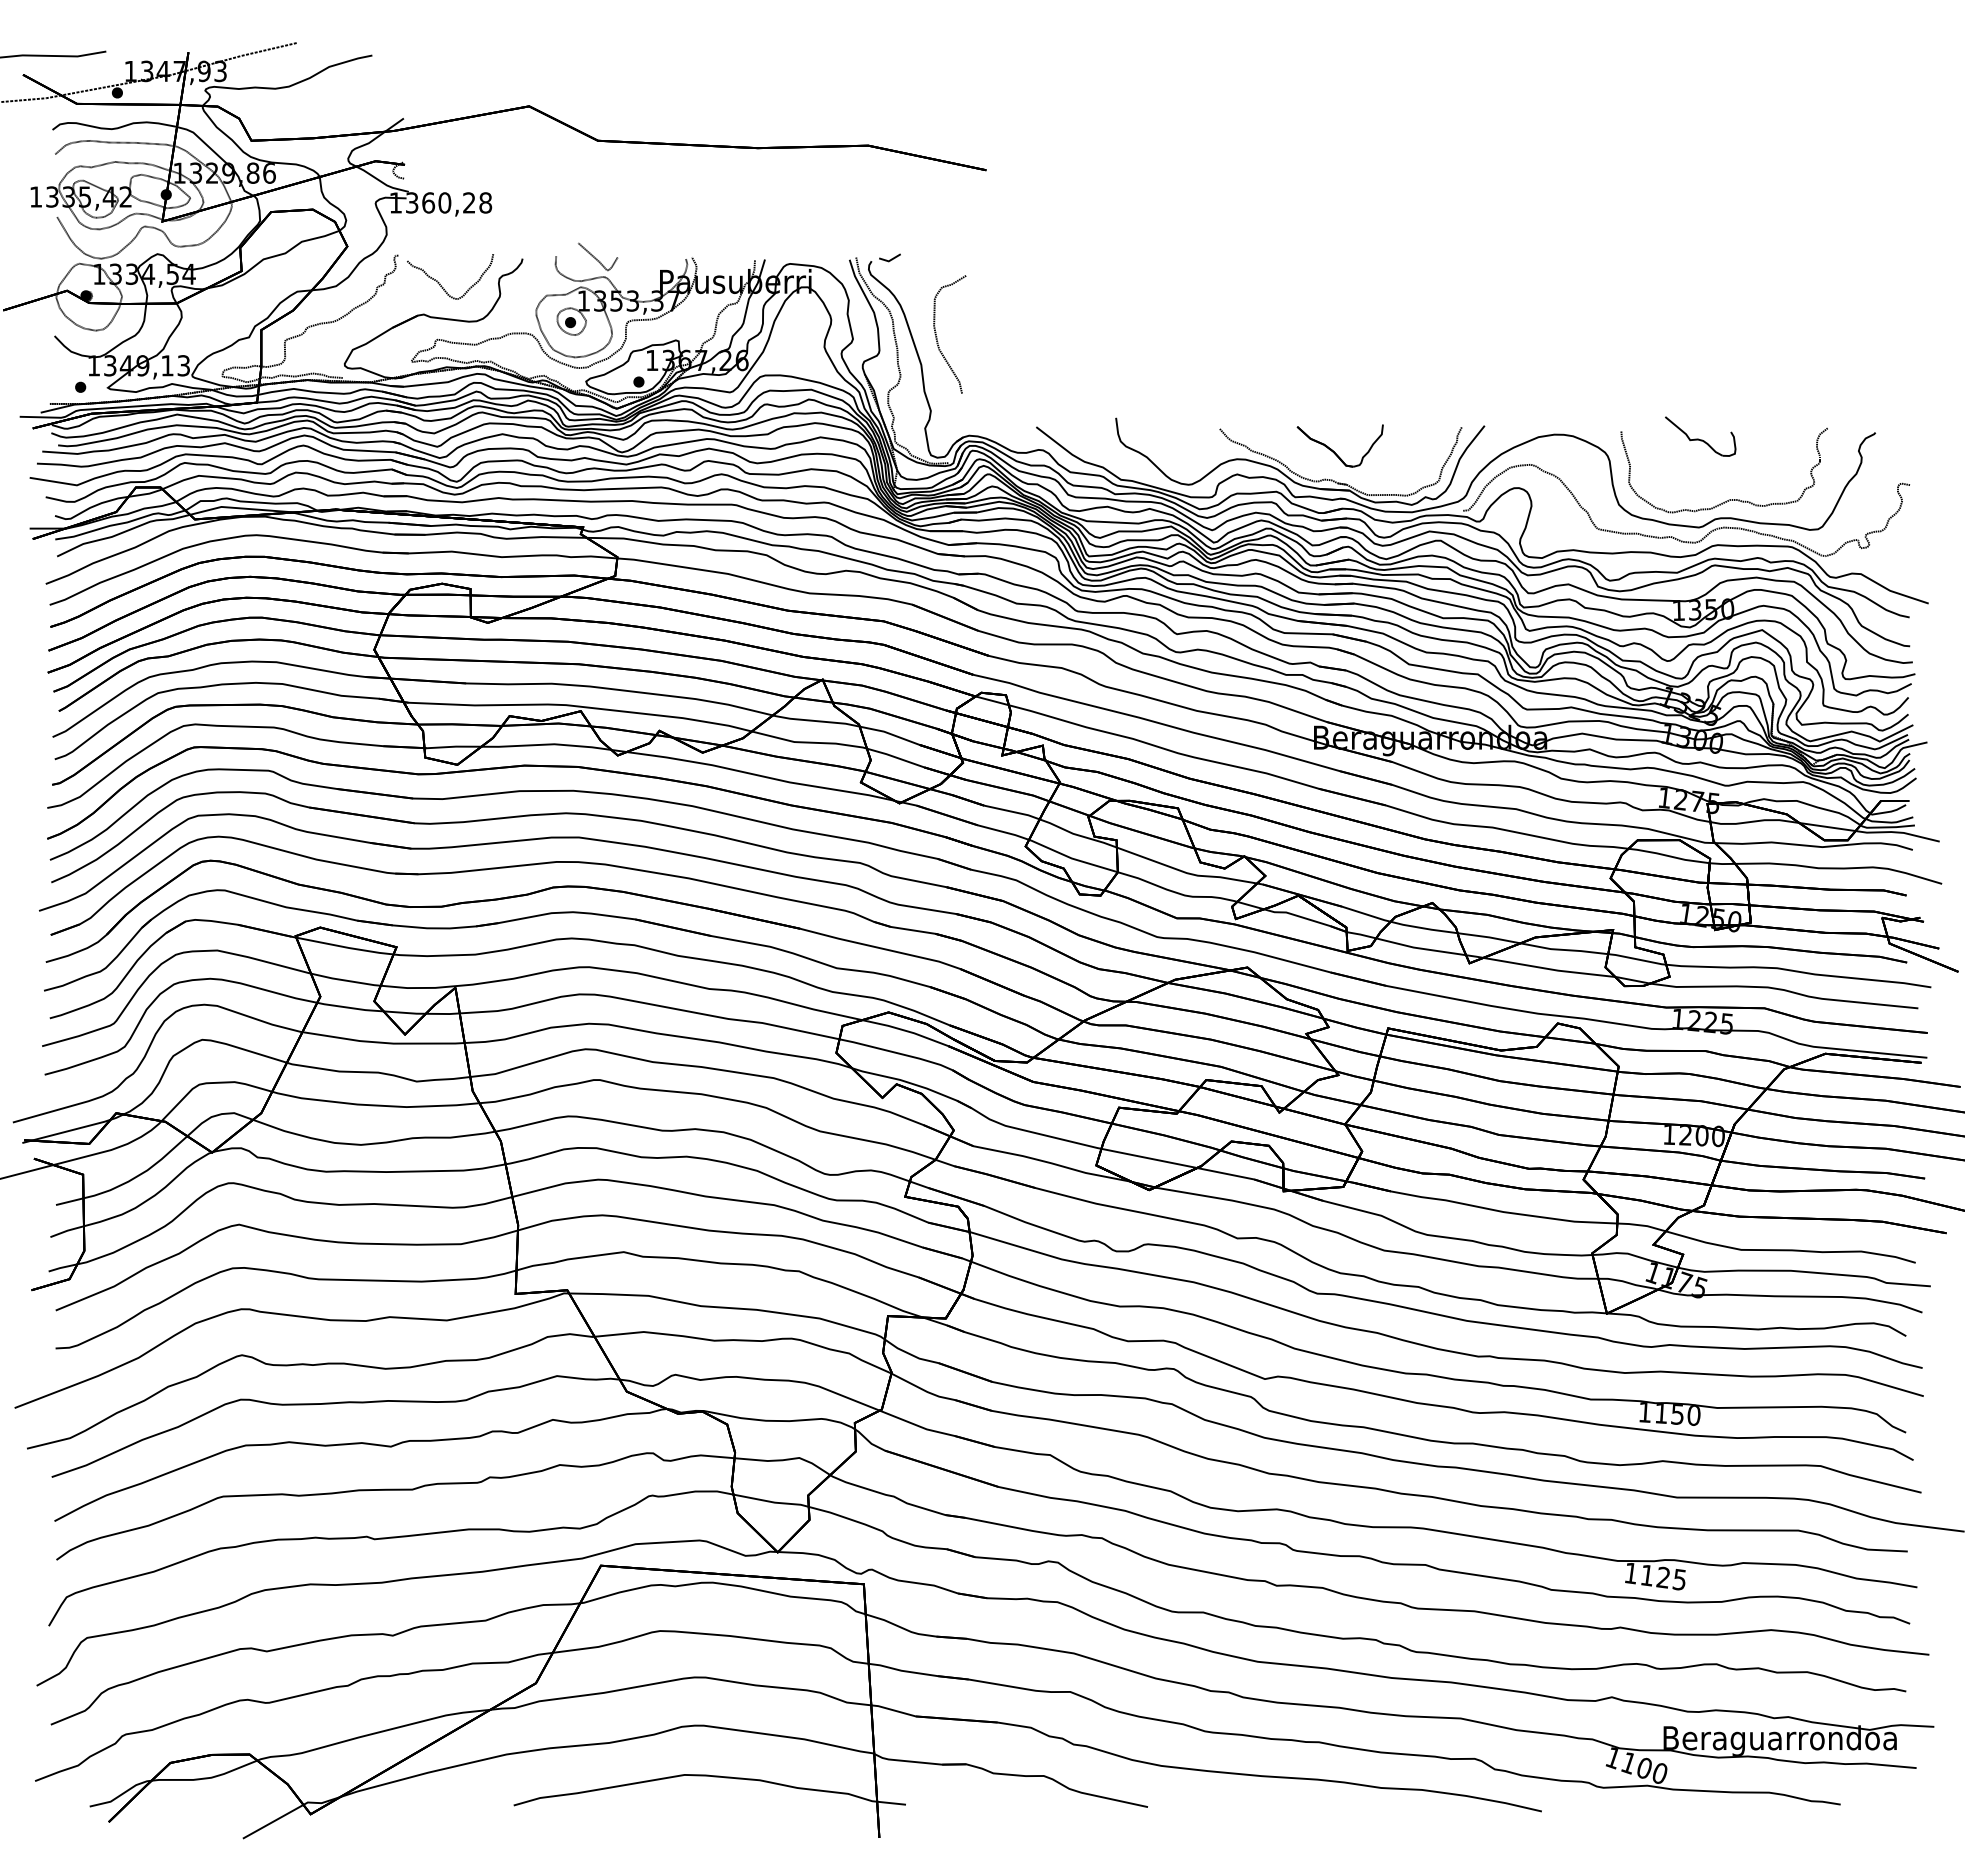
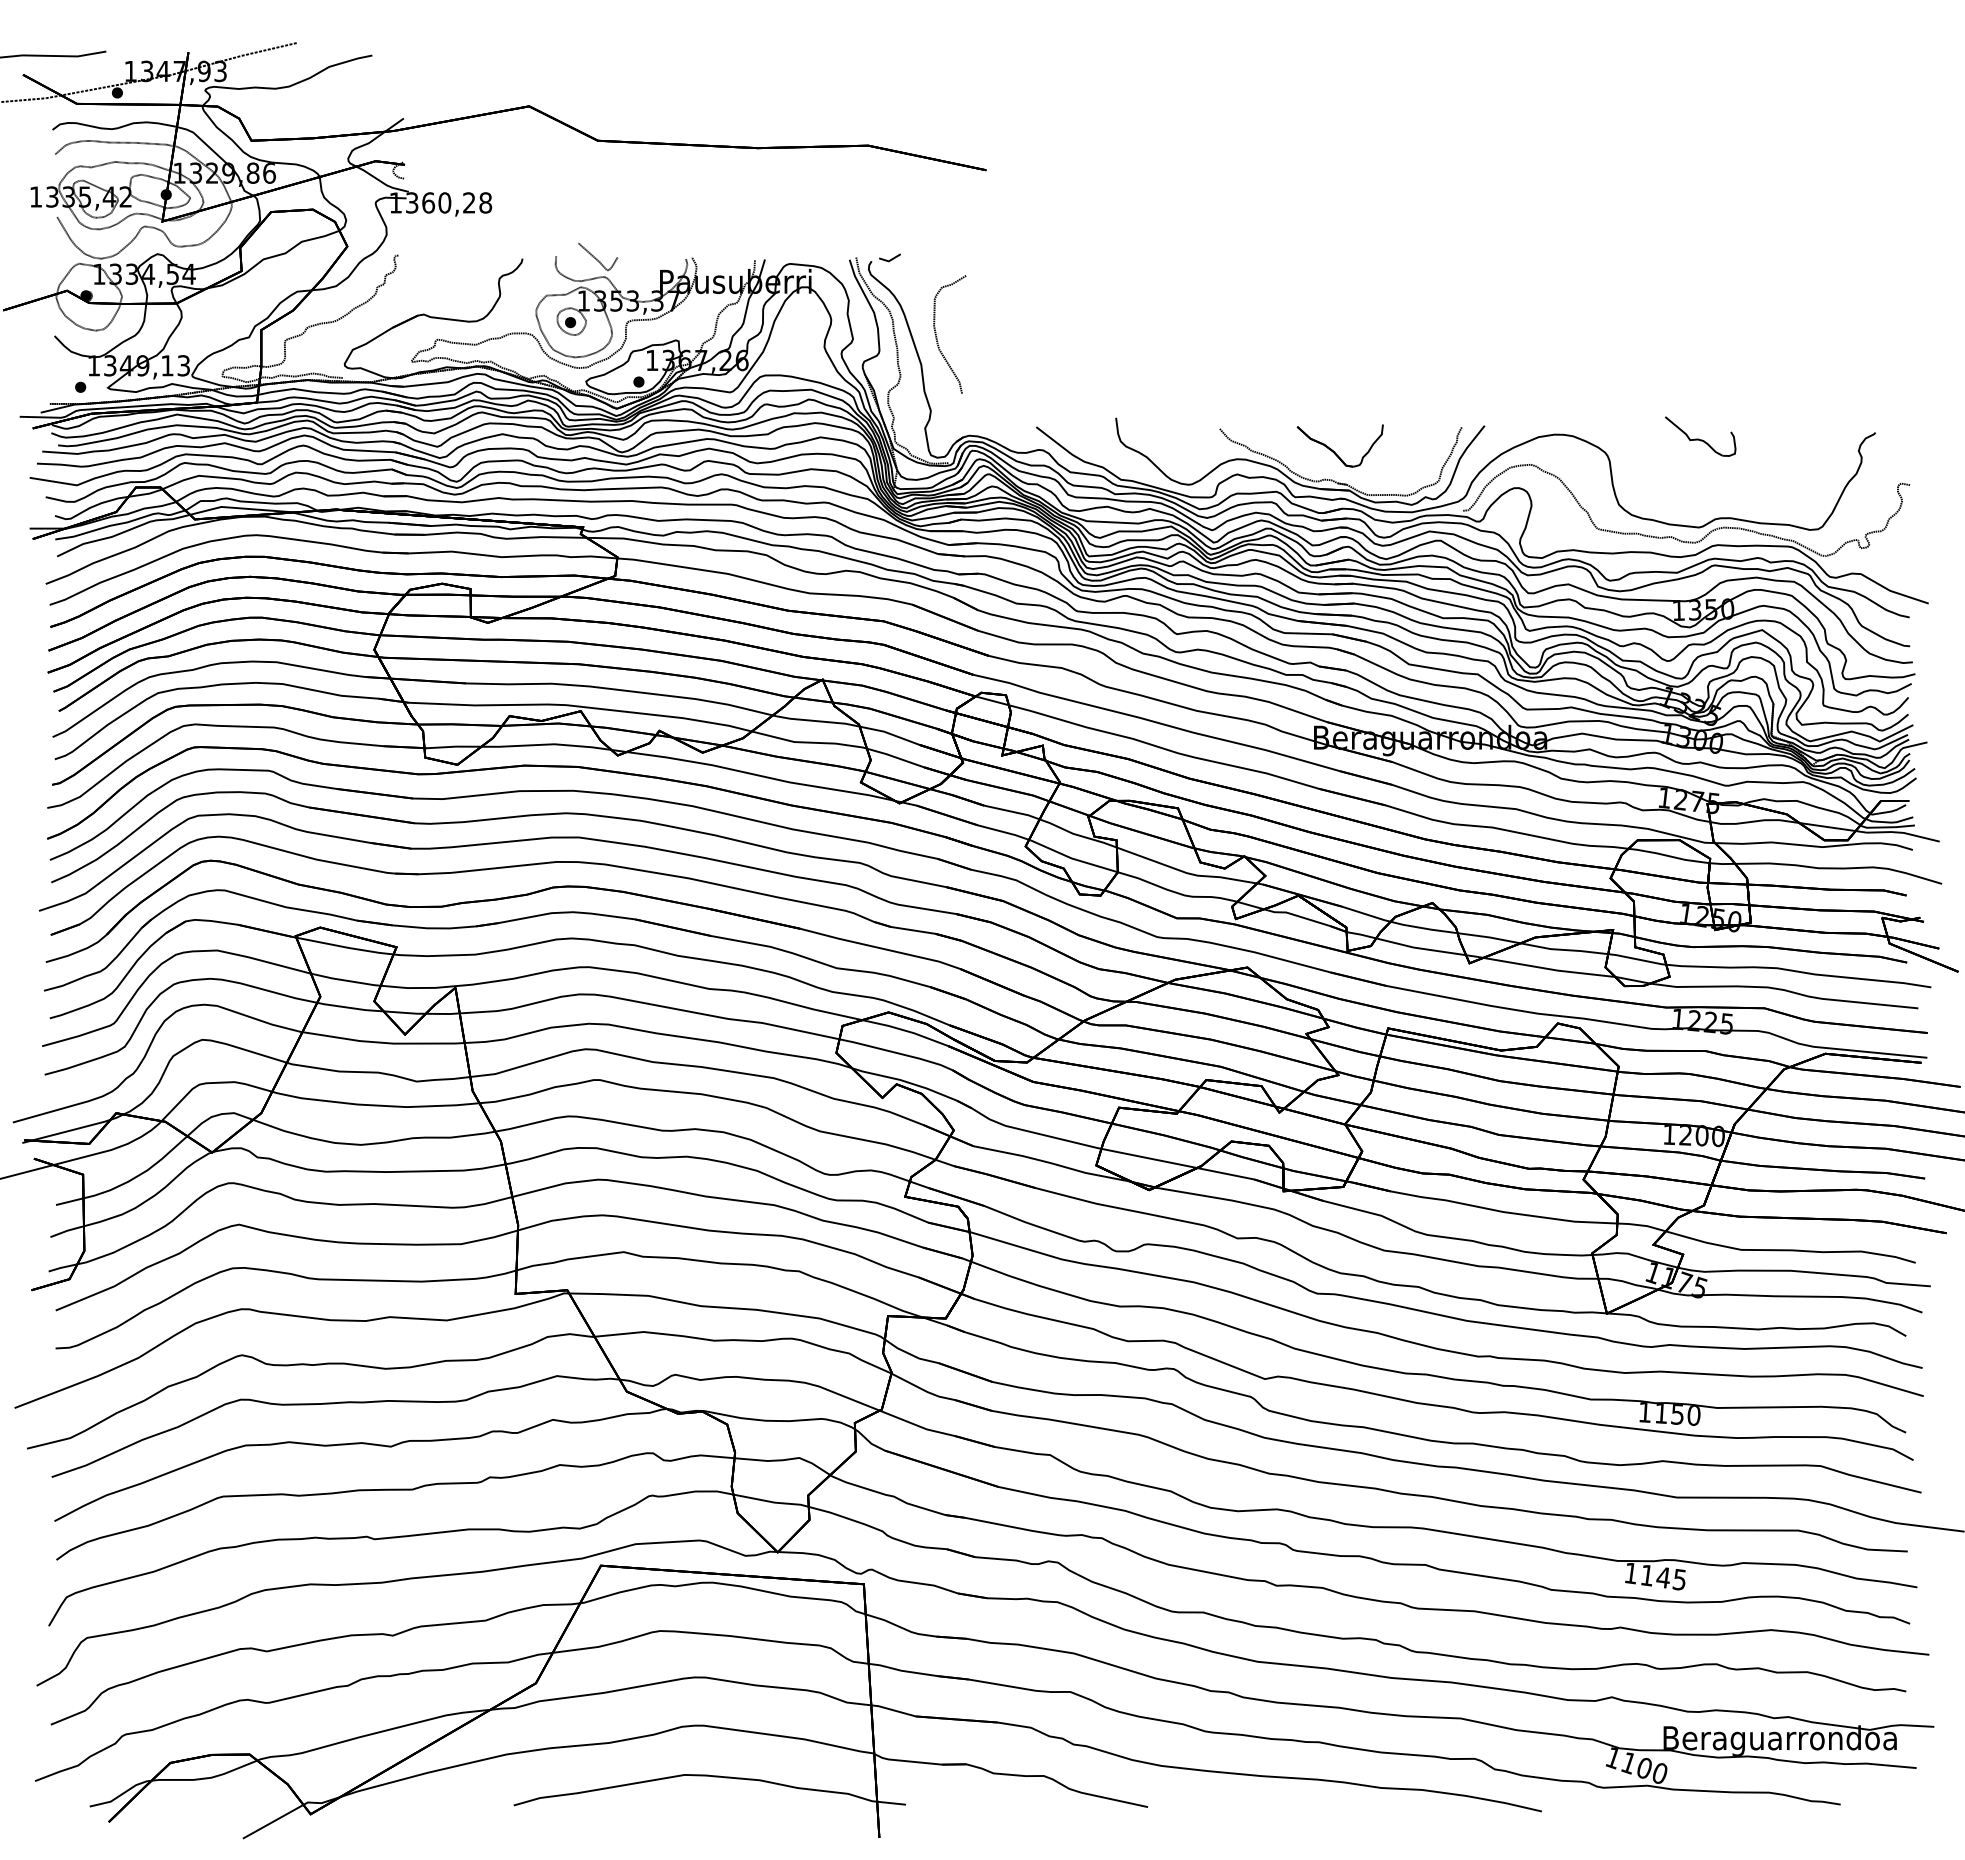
curve at (440, 283): present -> none
curve at (1729, 499): present -> none
text at (1662, 1577): 1125 -> 1145
